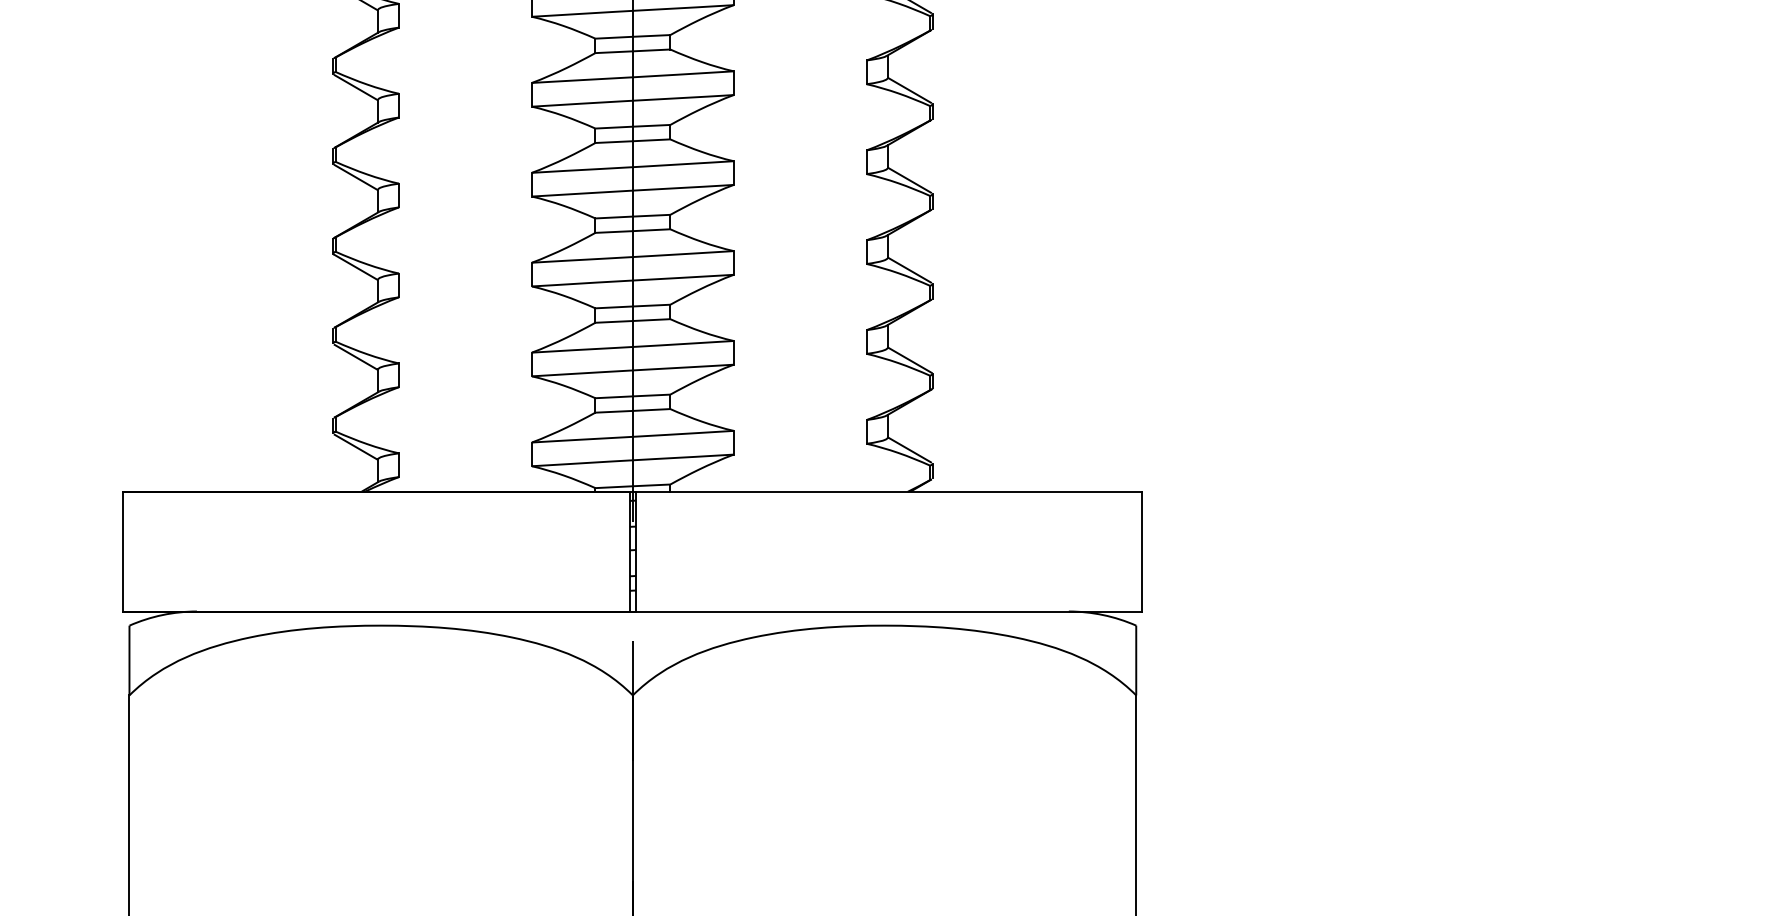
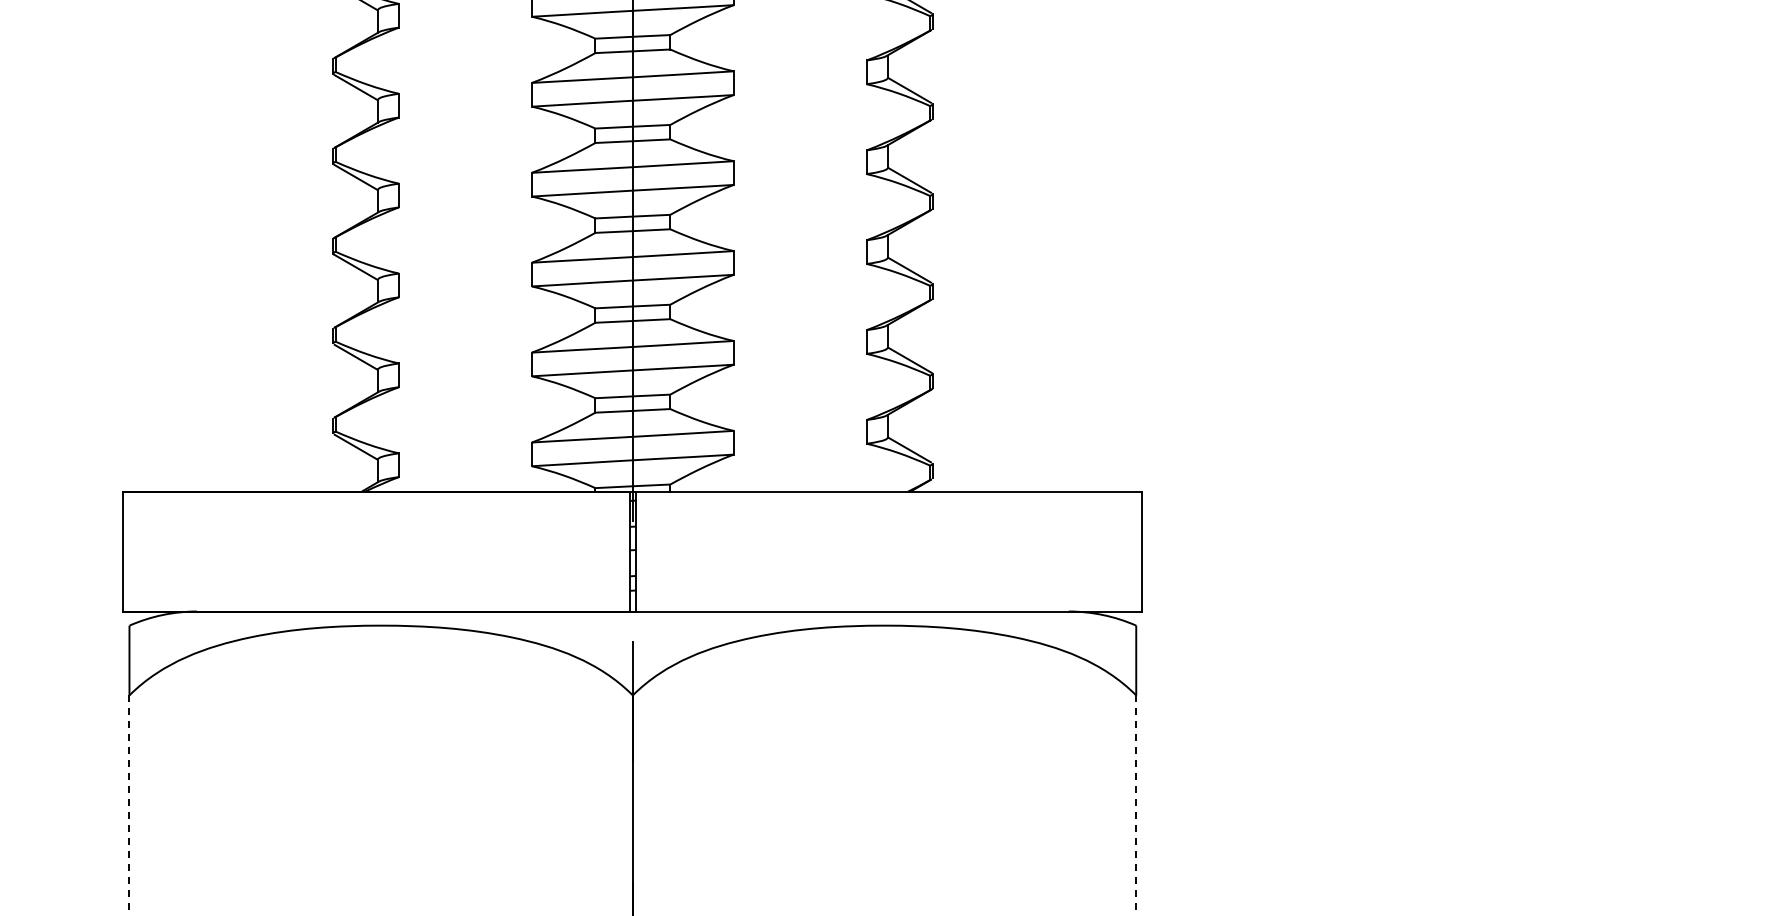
line at (129, 805): solid -> dashed
line at (1136, 805): solid -> dashed
